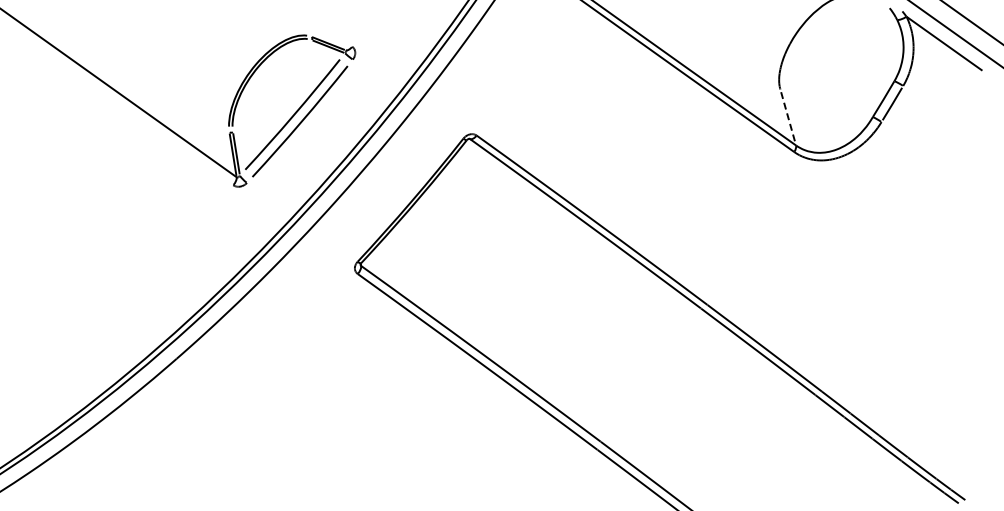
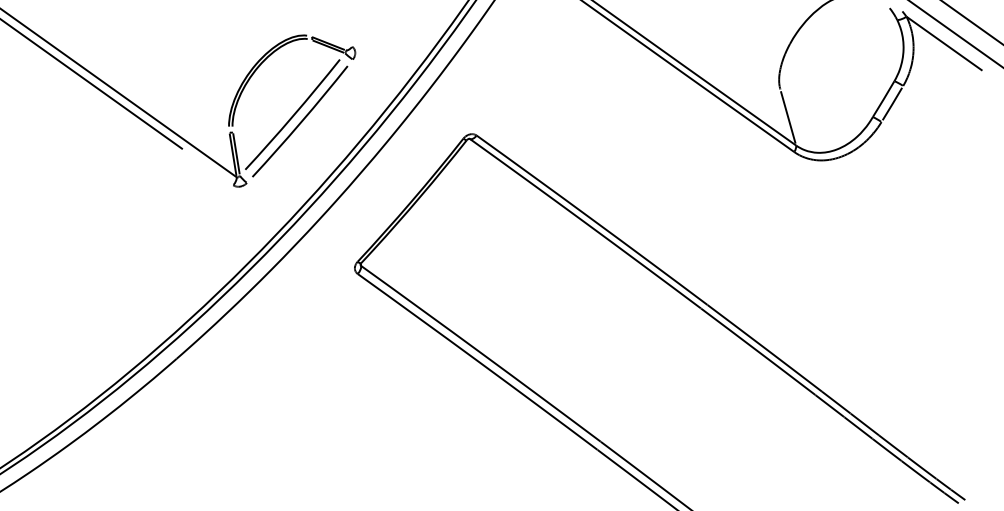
line at (92, 84): none -> present
line at (788, 117): dashed -> solid
